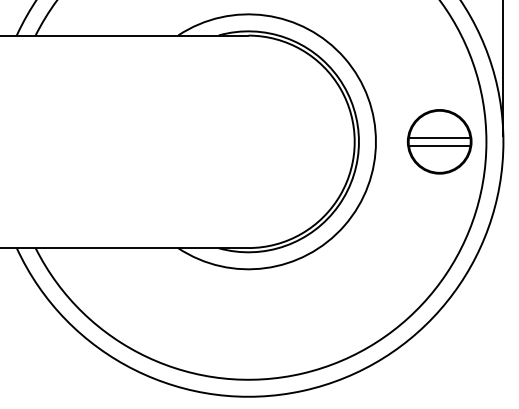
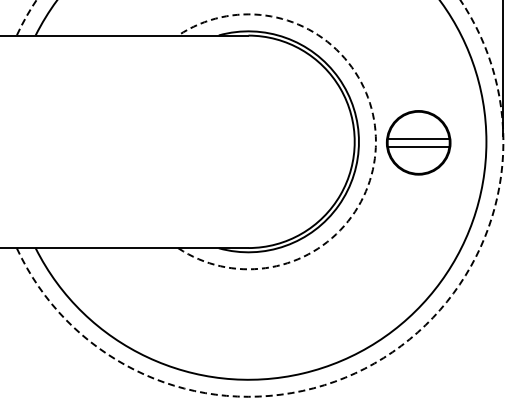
arc at (375, 141): solid -> dashed
part at (439, 141) position: (439, 141) -> (418, 142)
arc at (390, 353): solid -> dashed
